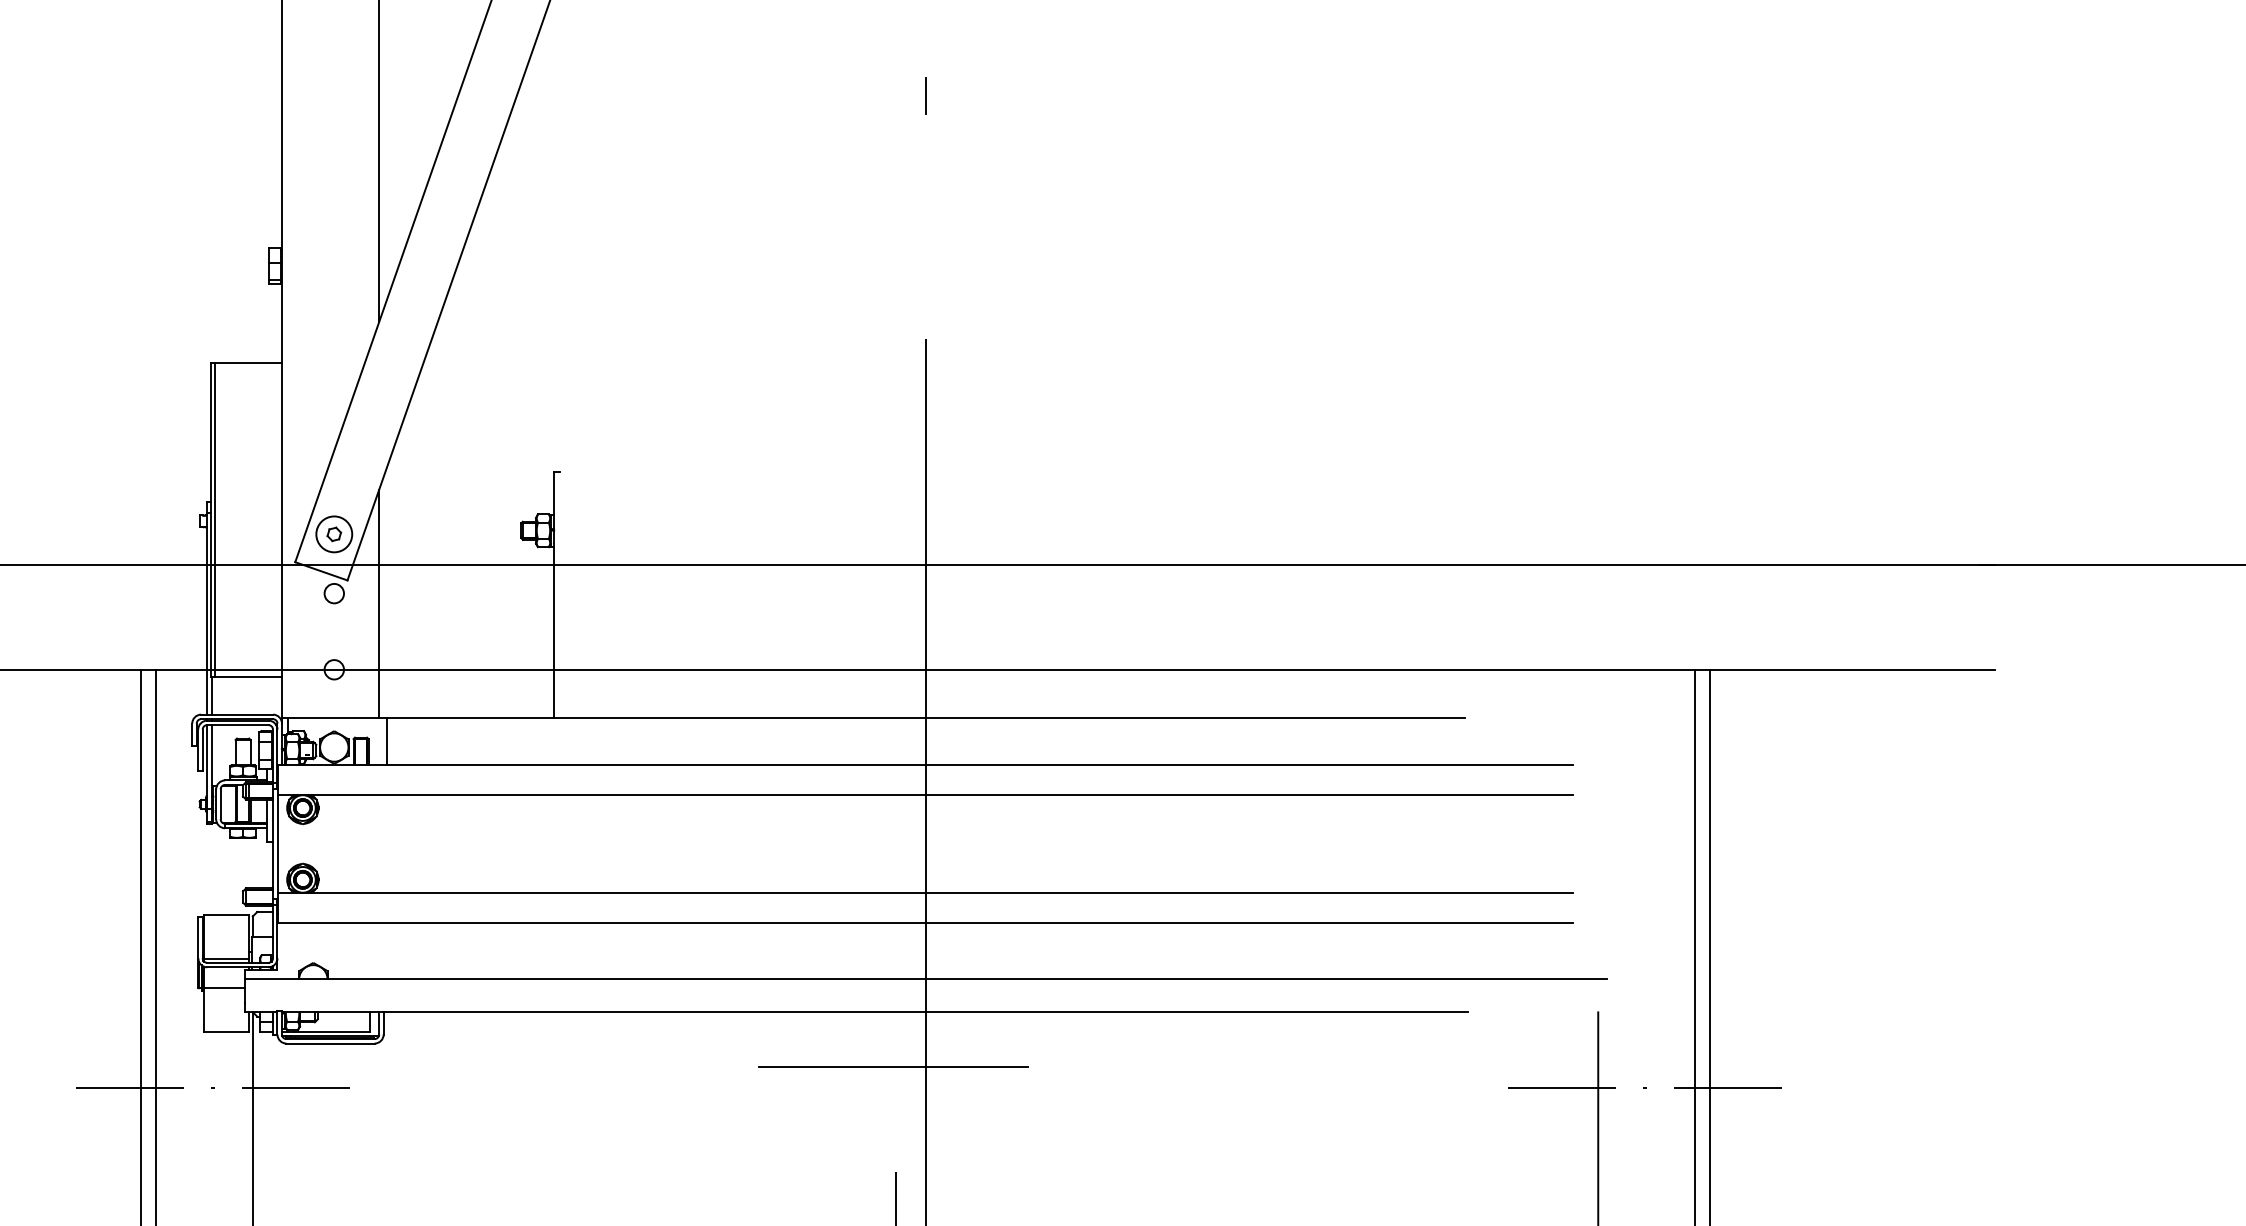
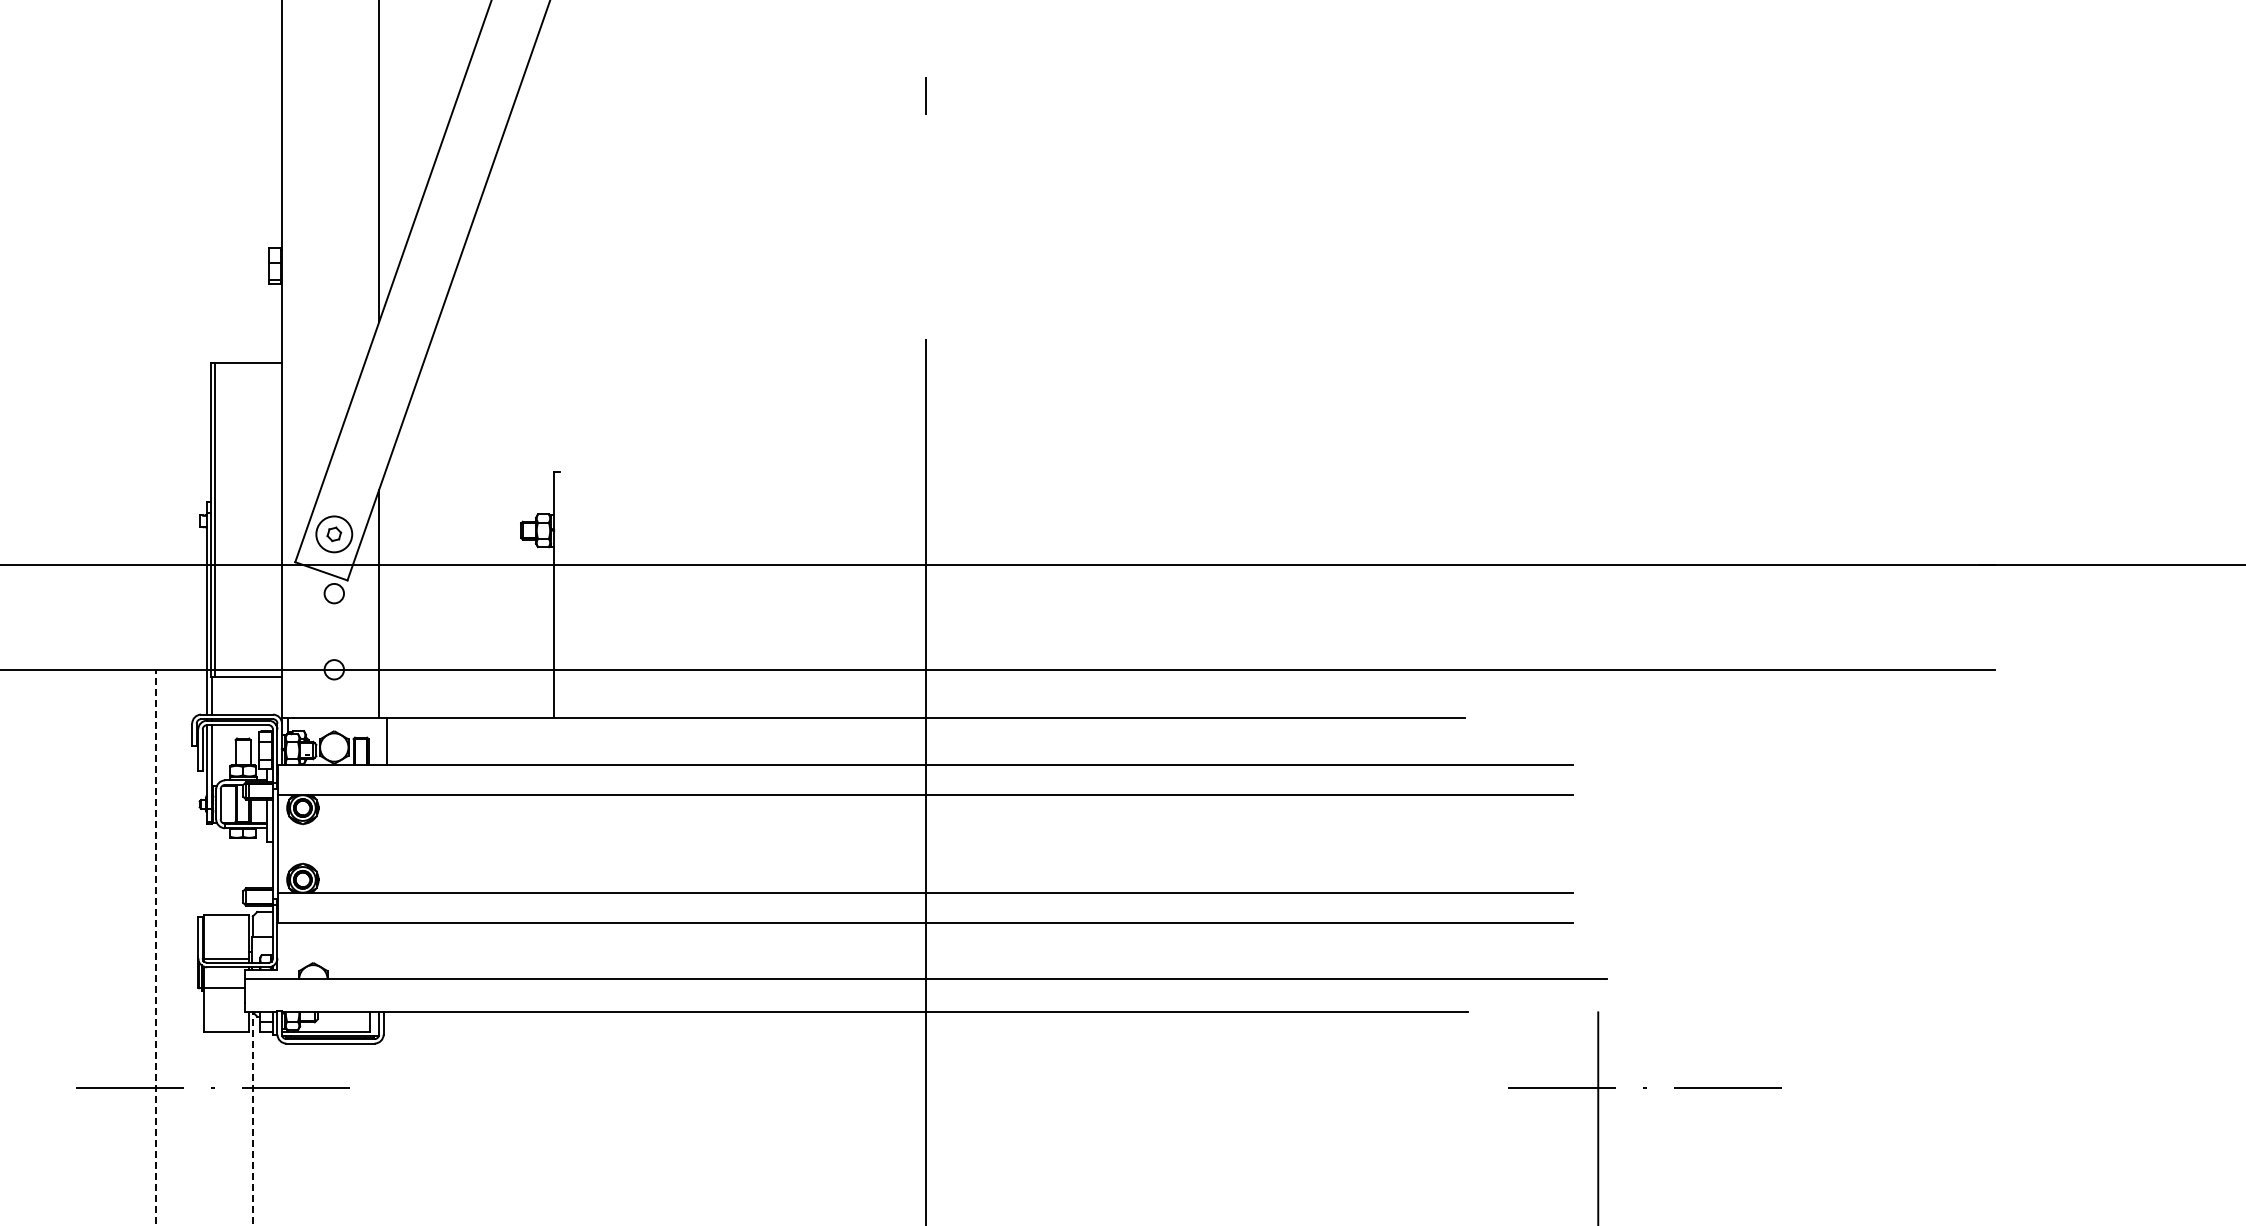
line at (140, 945): present -> none
line at (1695, 945): present -> none
line at (1710, 945): present -> none
line at (155, 947): solid -> dashed
line at (893, 1067): present -> none
line at (252, 1119): solid -> dashed
line at (895, 1197): present -> none
